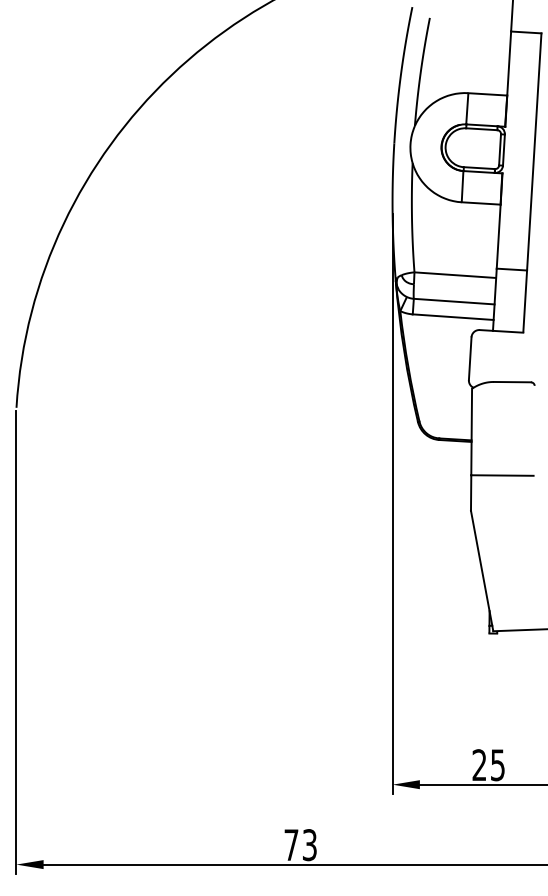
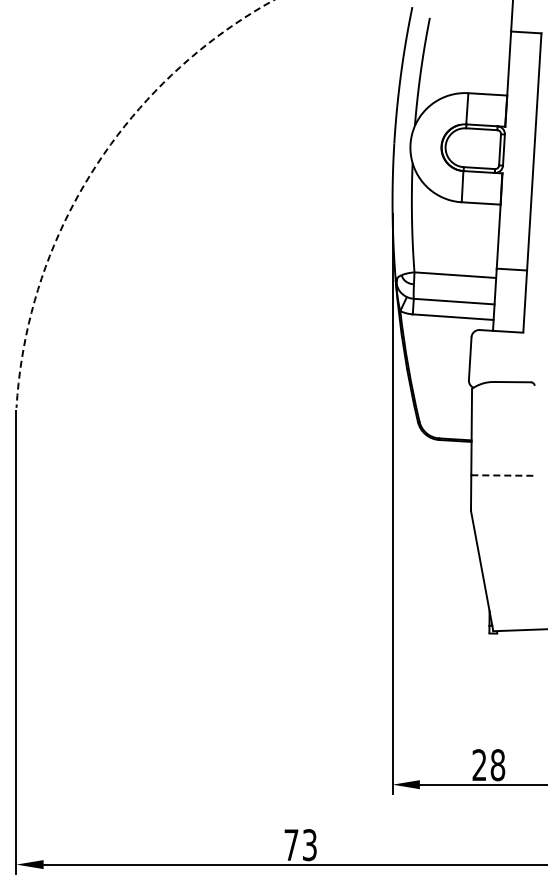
arc at (90, 174): solid -> dashed
line at (502, 475): solid -> dashed
text at (497, 765): 25 -> 28
